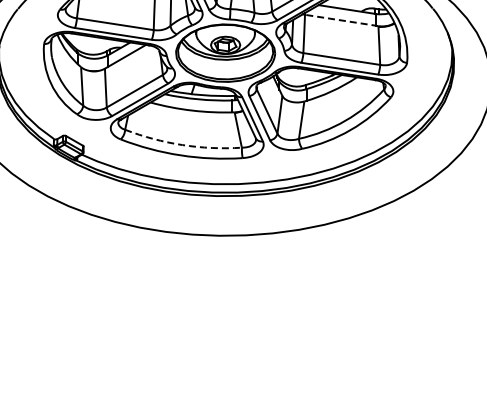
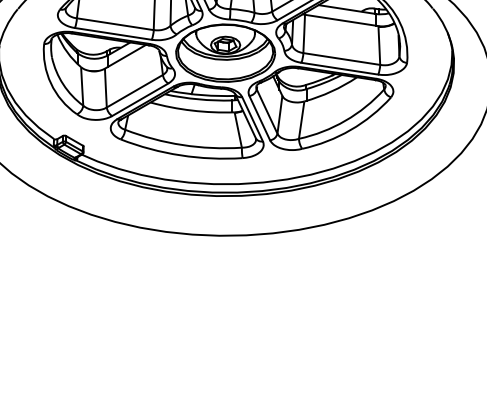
line at (341, 20): dashed -> solid
arc at (182, 145): dashed -> solid
